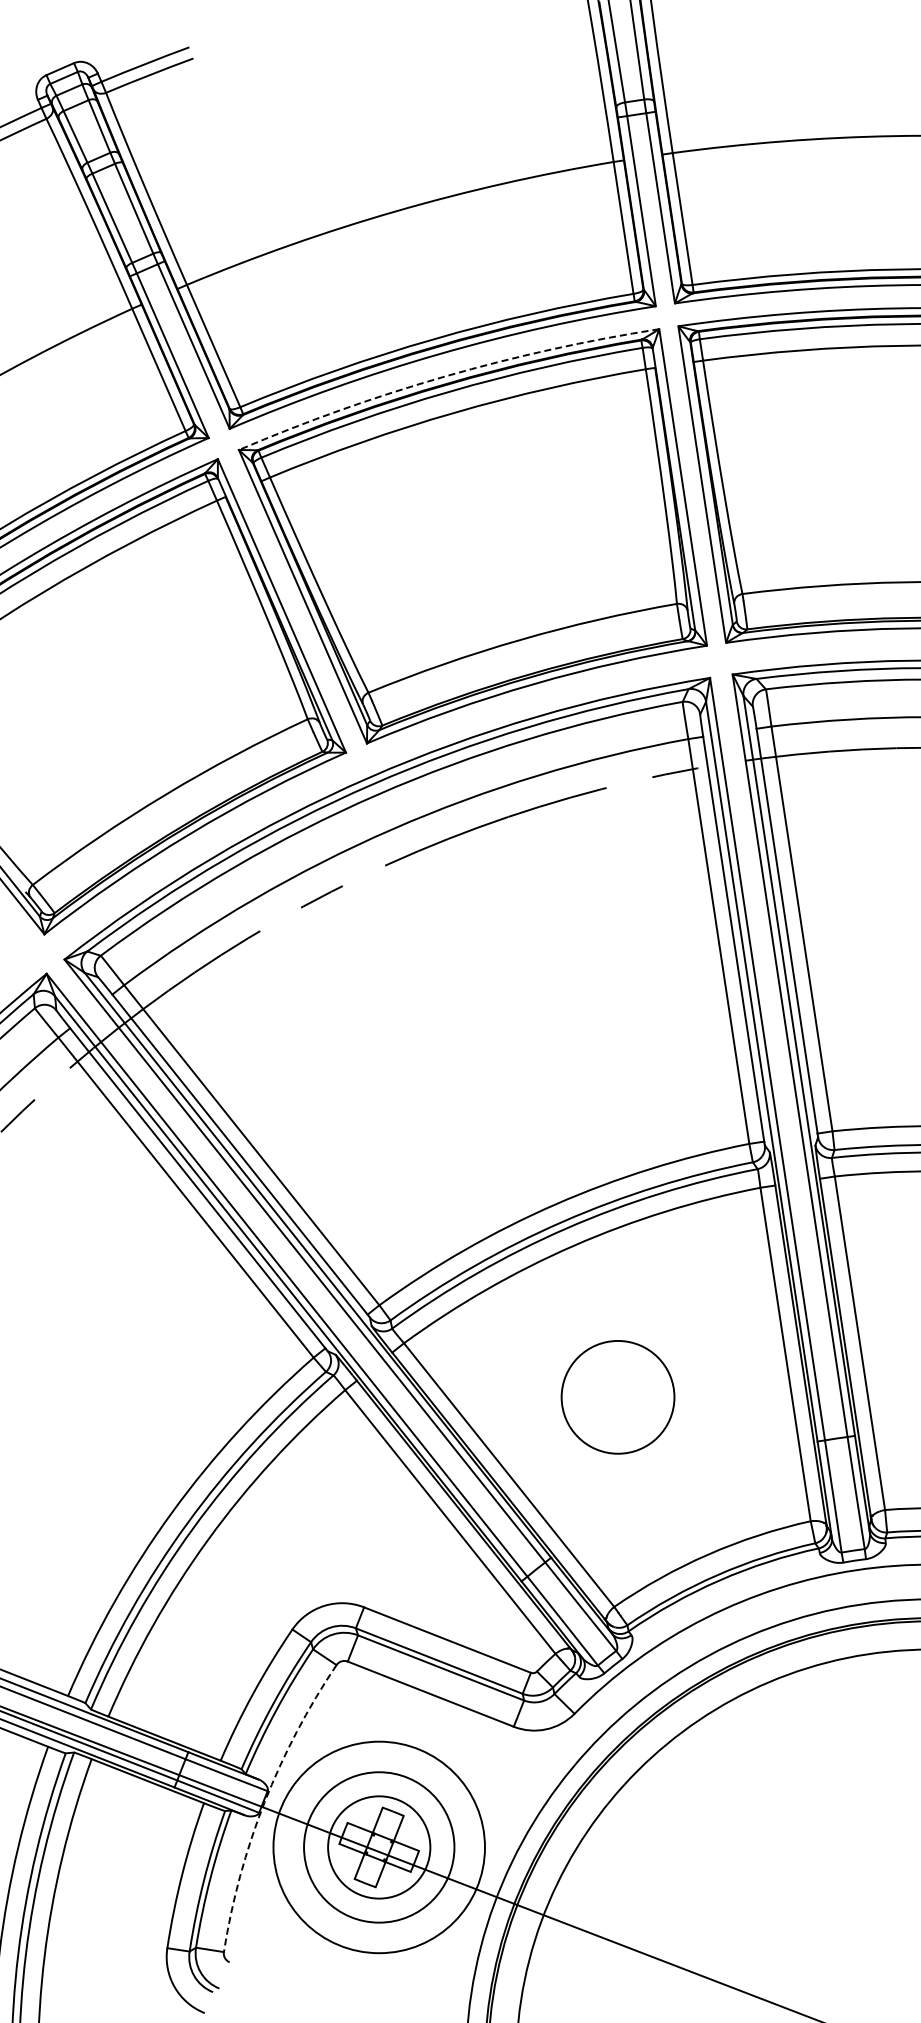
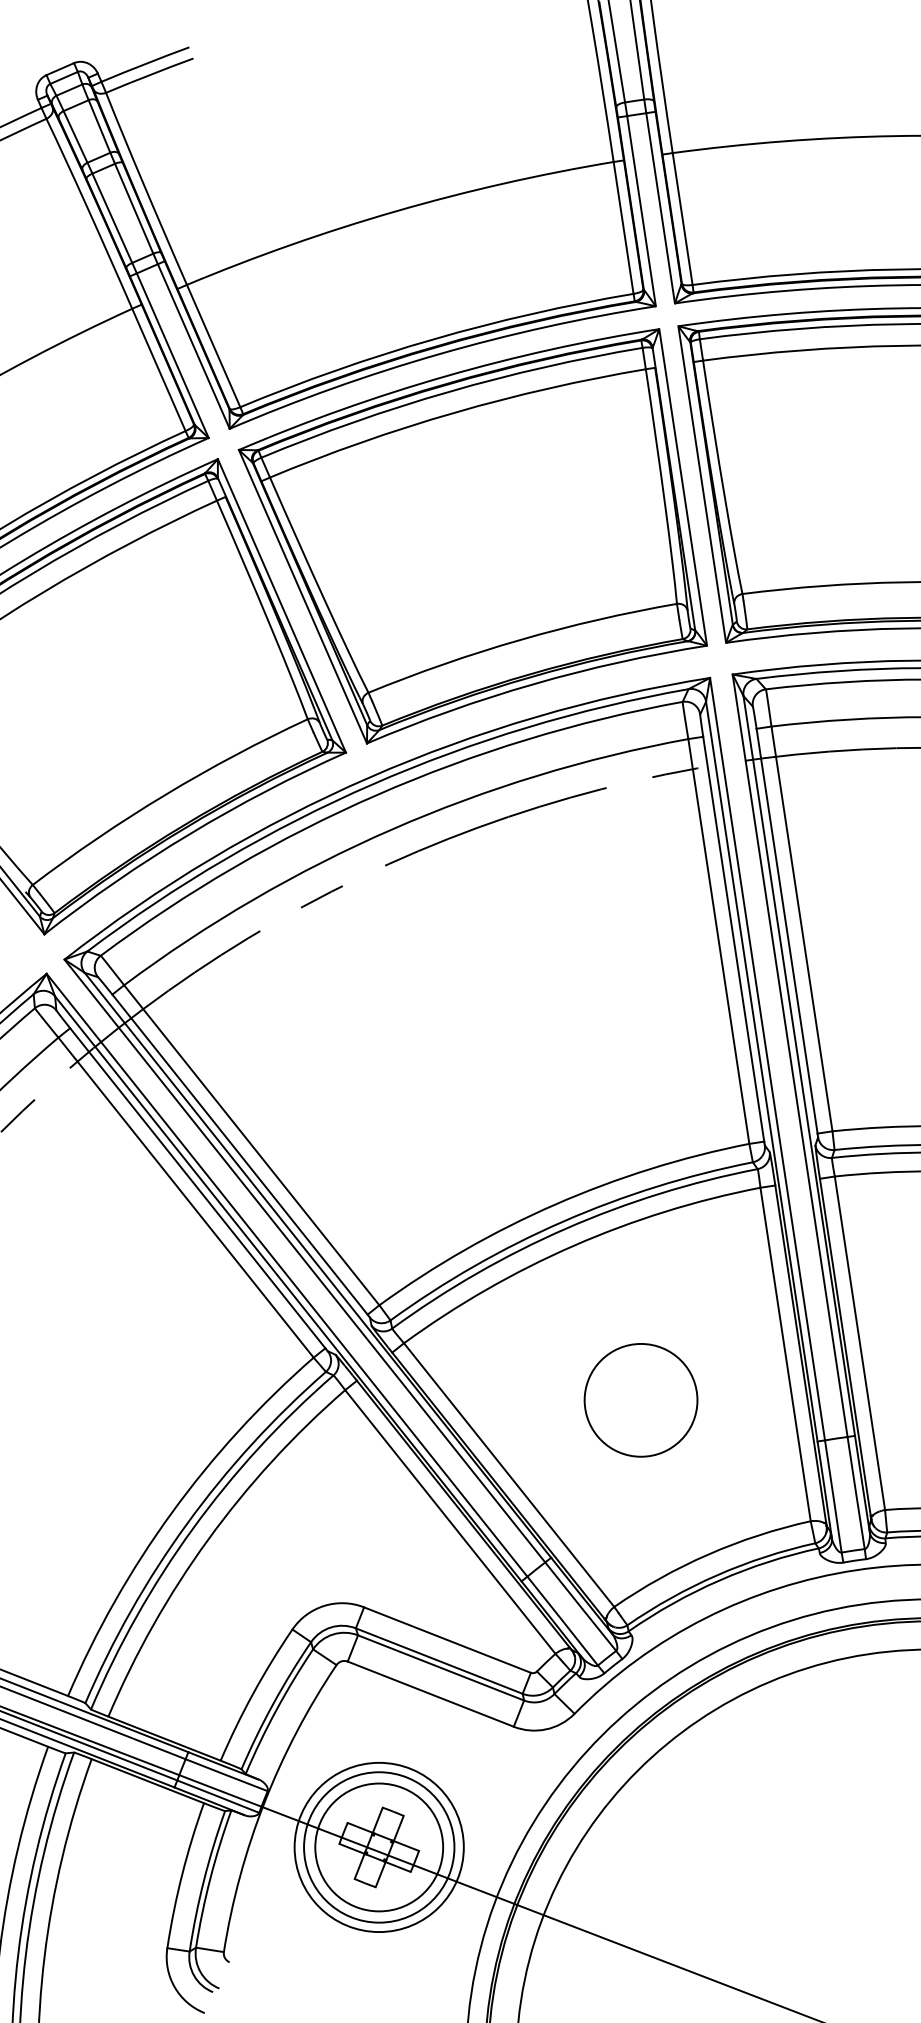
arc at (445, 376): dashed -> solid
circle at (617, 1397) position: (617, 1397) -> (640, 1400)
arc at (264, 1802): dashed -> solid
circle at (378, 1847) diameter: 212 px -> 169 px
circle at (379, 1847) diameter: 102 px -> 128 px
